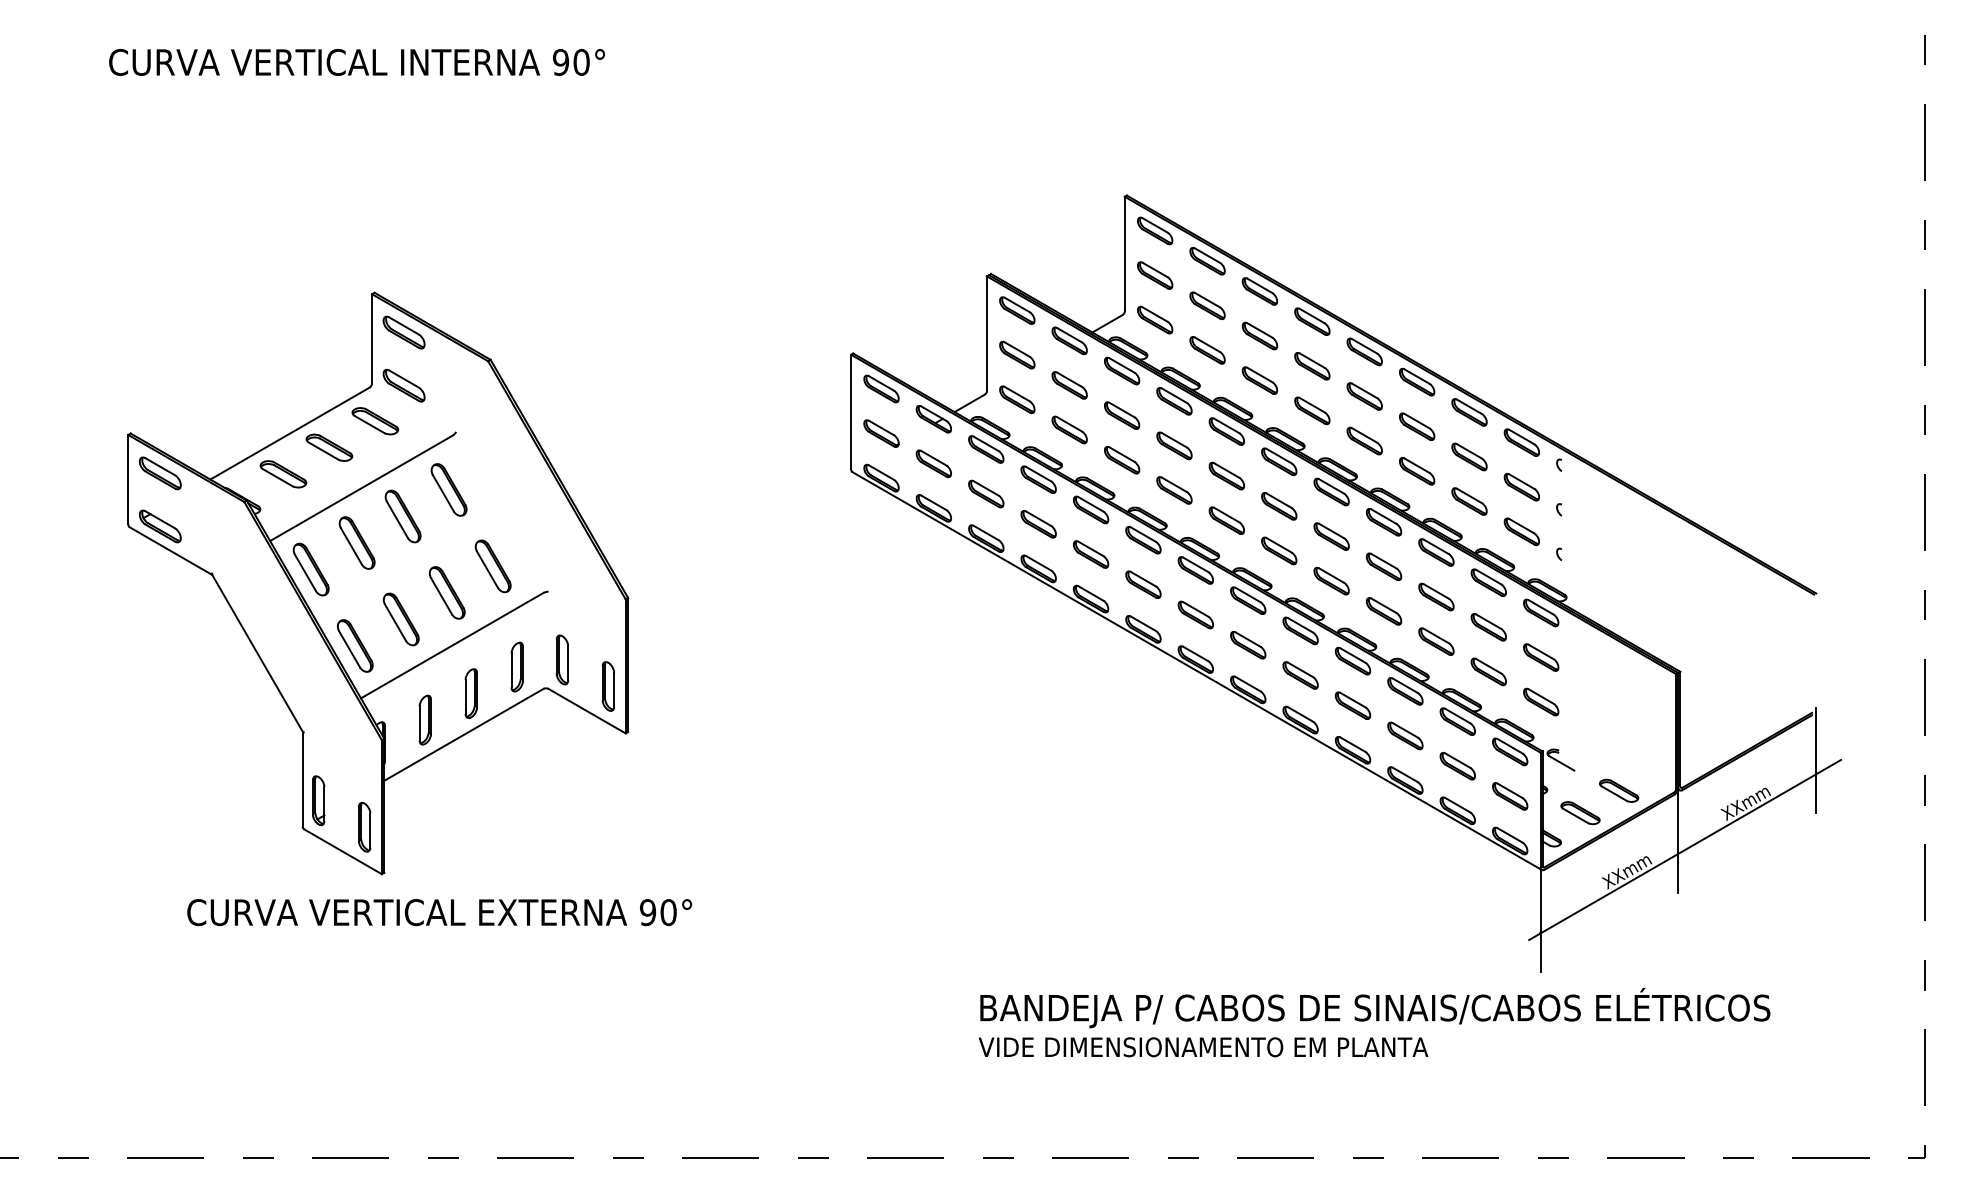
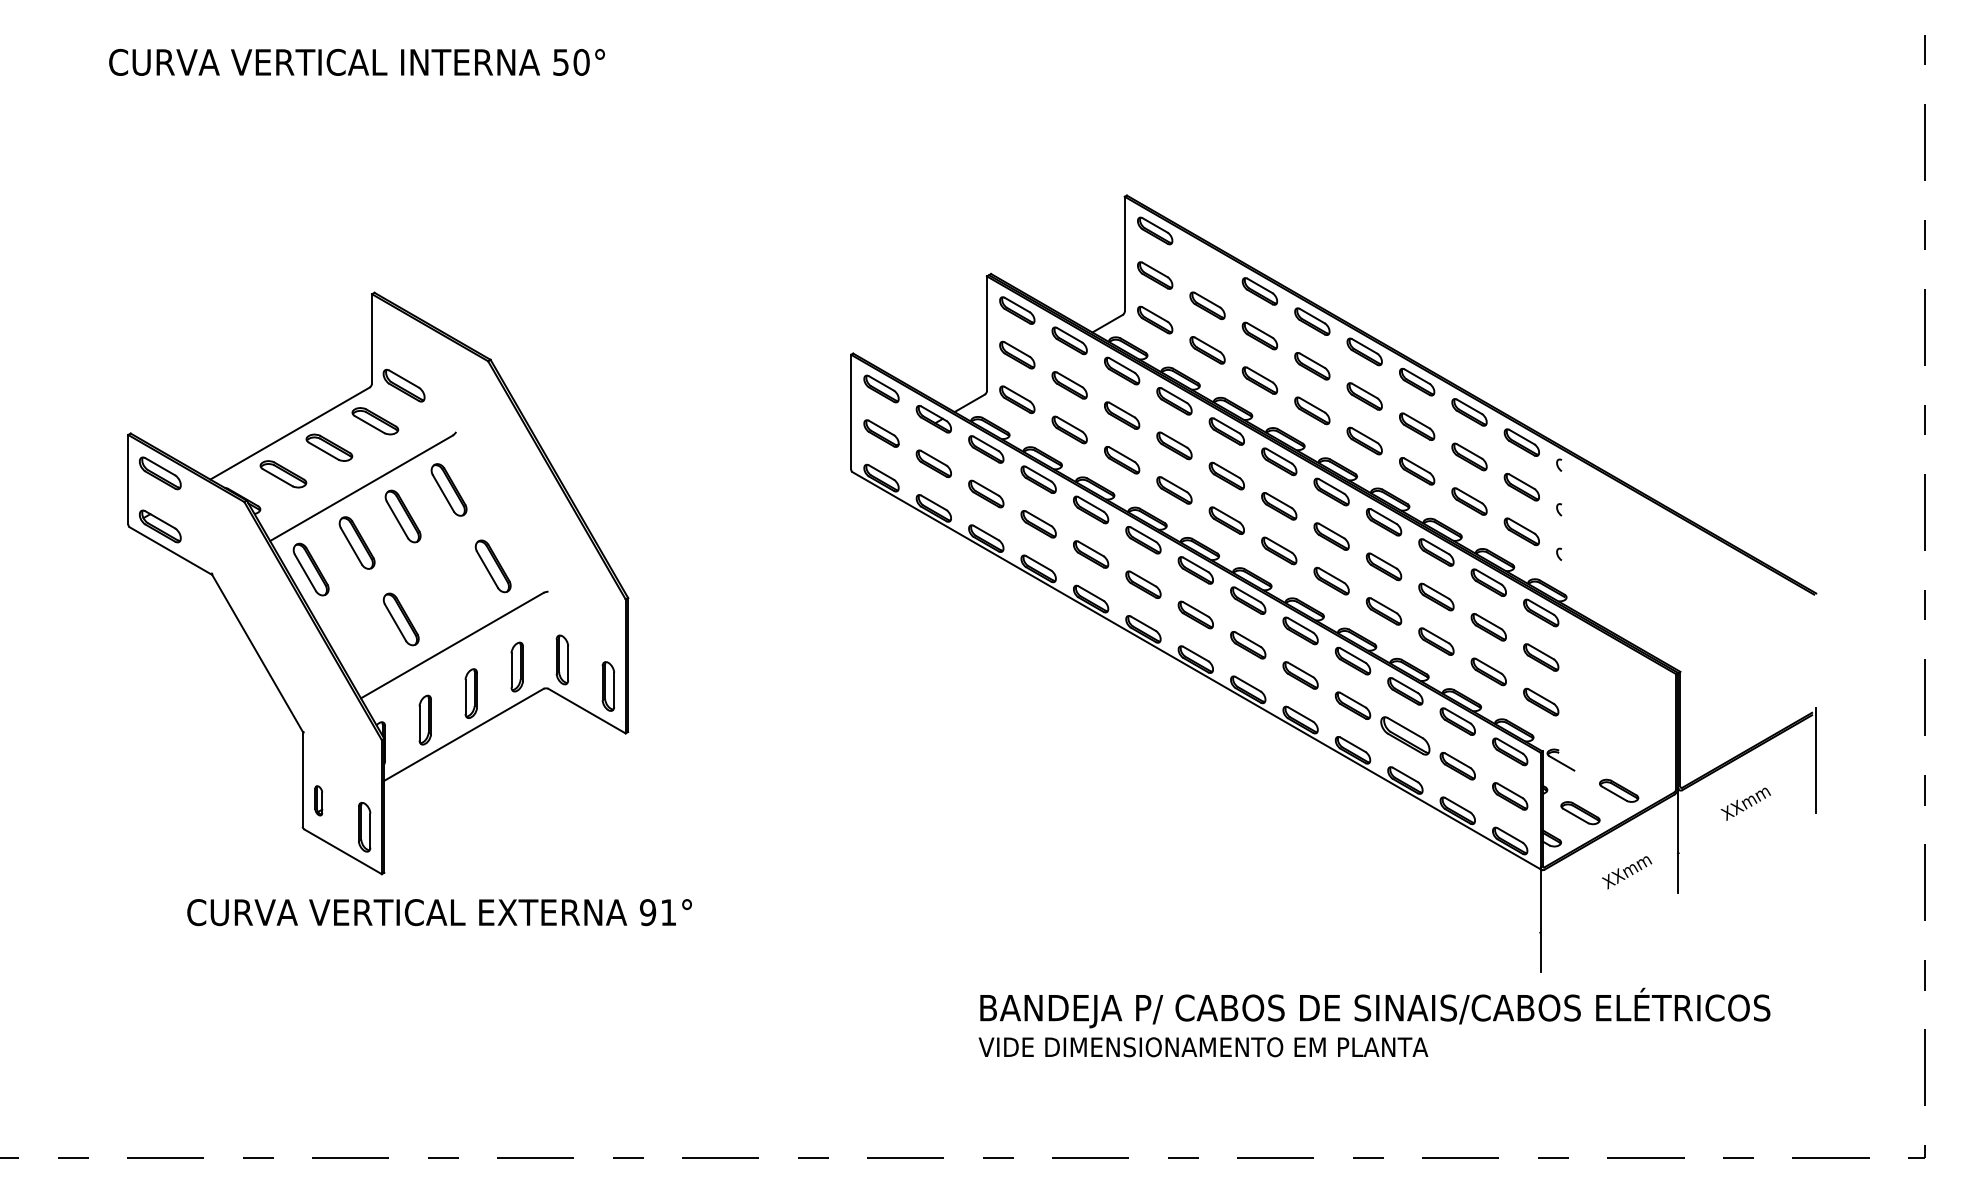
text at (560, 61): 90° -> 50°
part at (1207, 261): present -> none
part at (403, 332): present -> none
part at (446, 592): present -> none
part at (355, 645): present -> none
part at (1405, 735) size: 37x30 px -> 51x40 px
part at (318, 800) size: 14x52 px -> 10x32 px
line at (1685, 849): present -> none
text at (668, 912): 90° -> 91°
